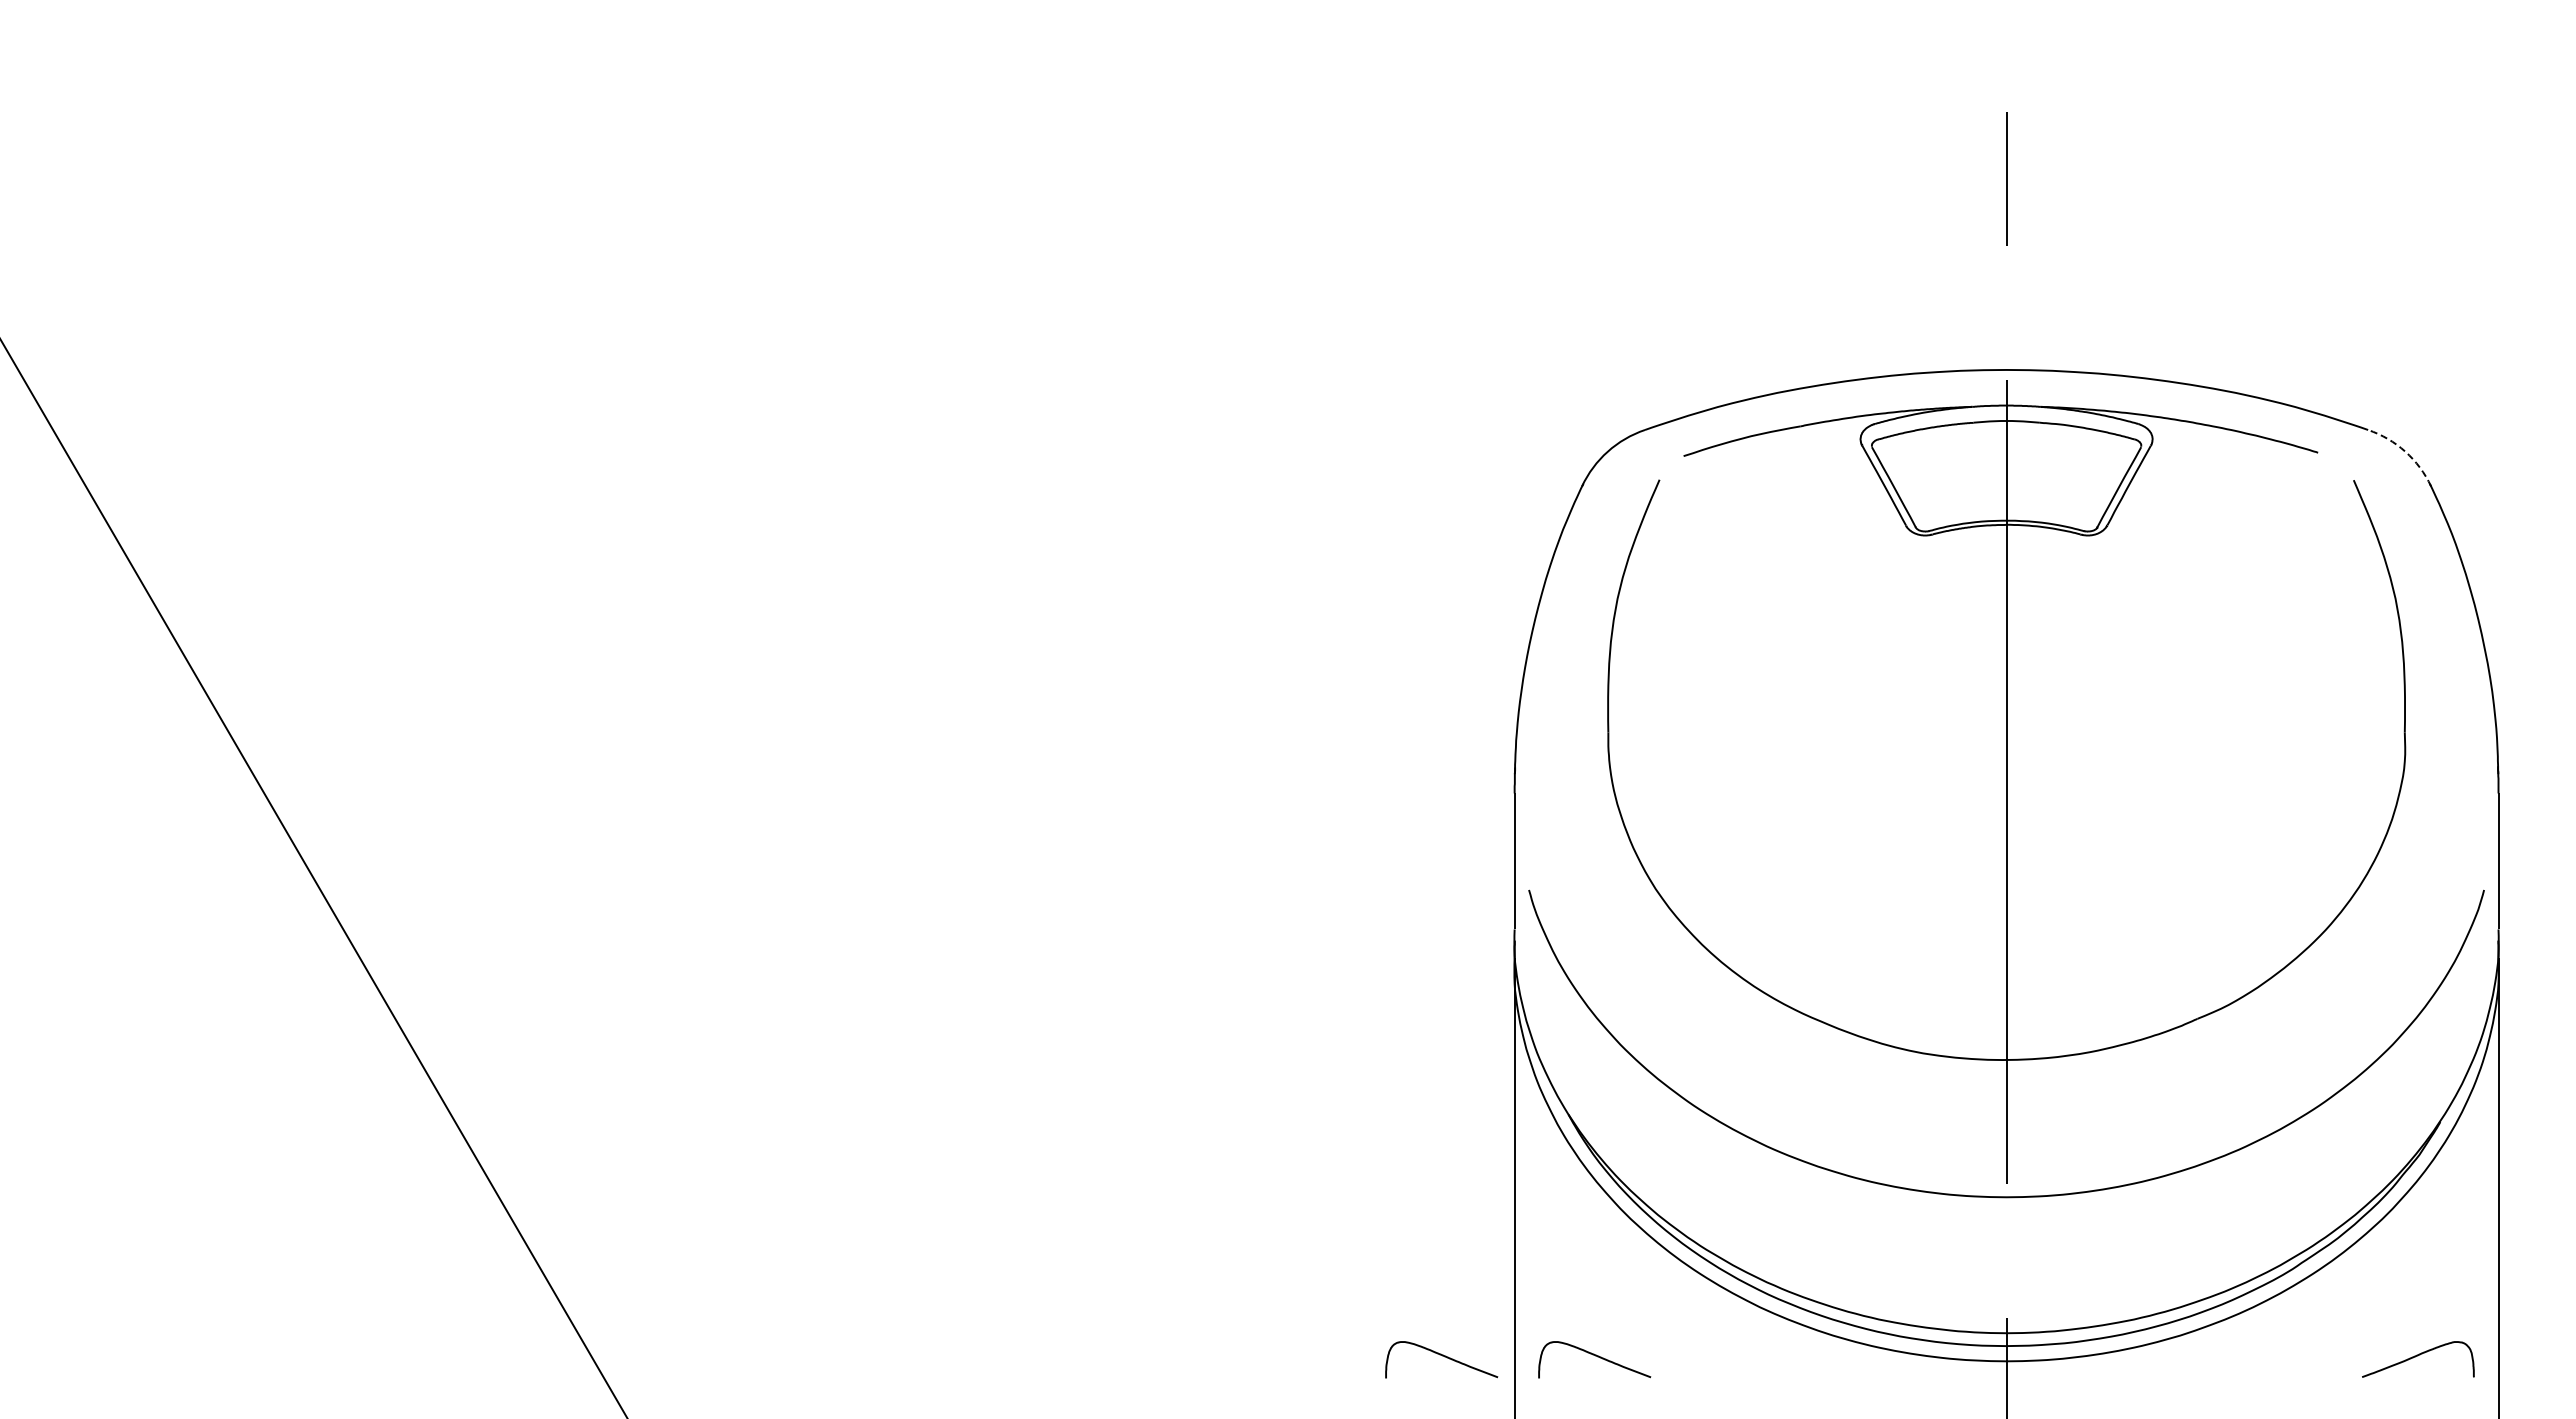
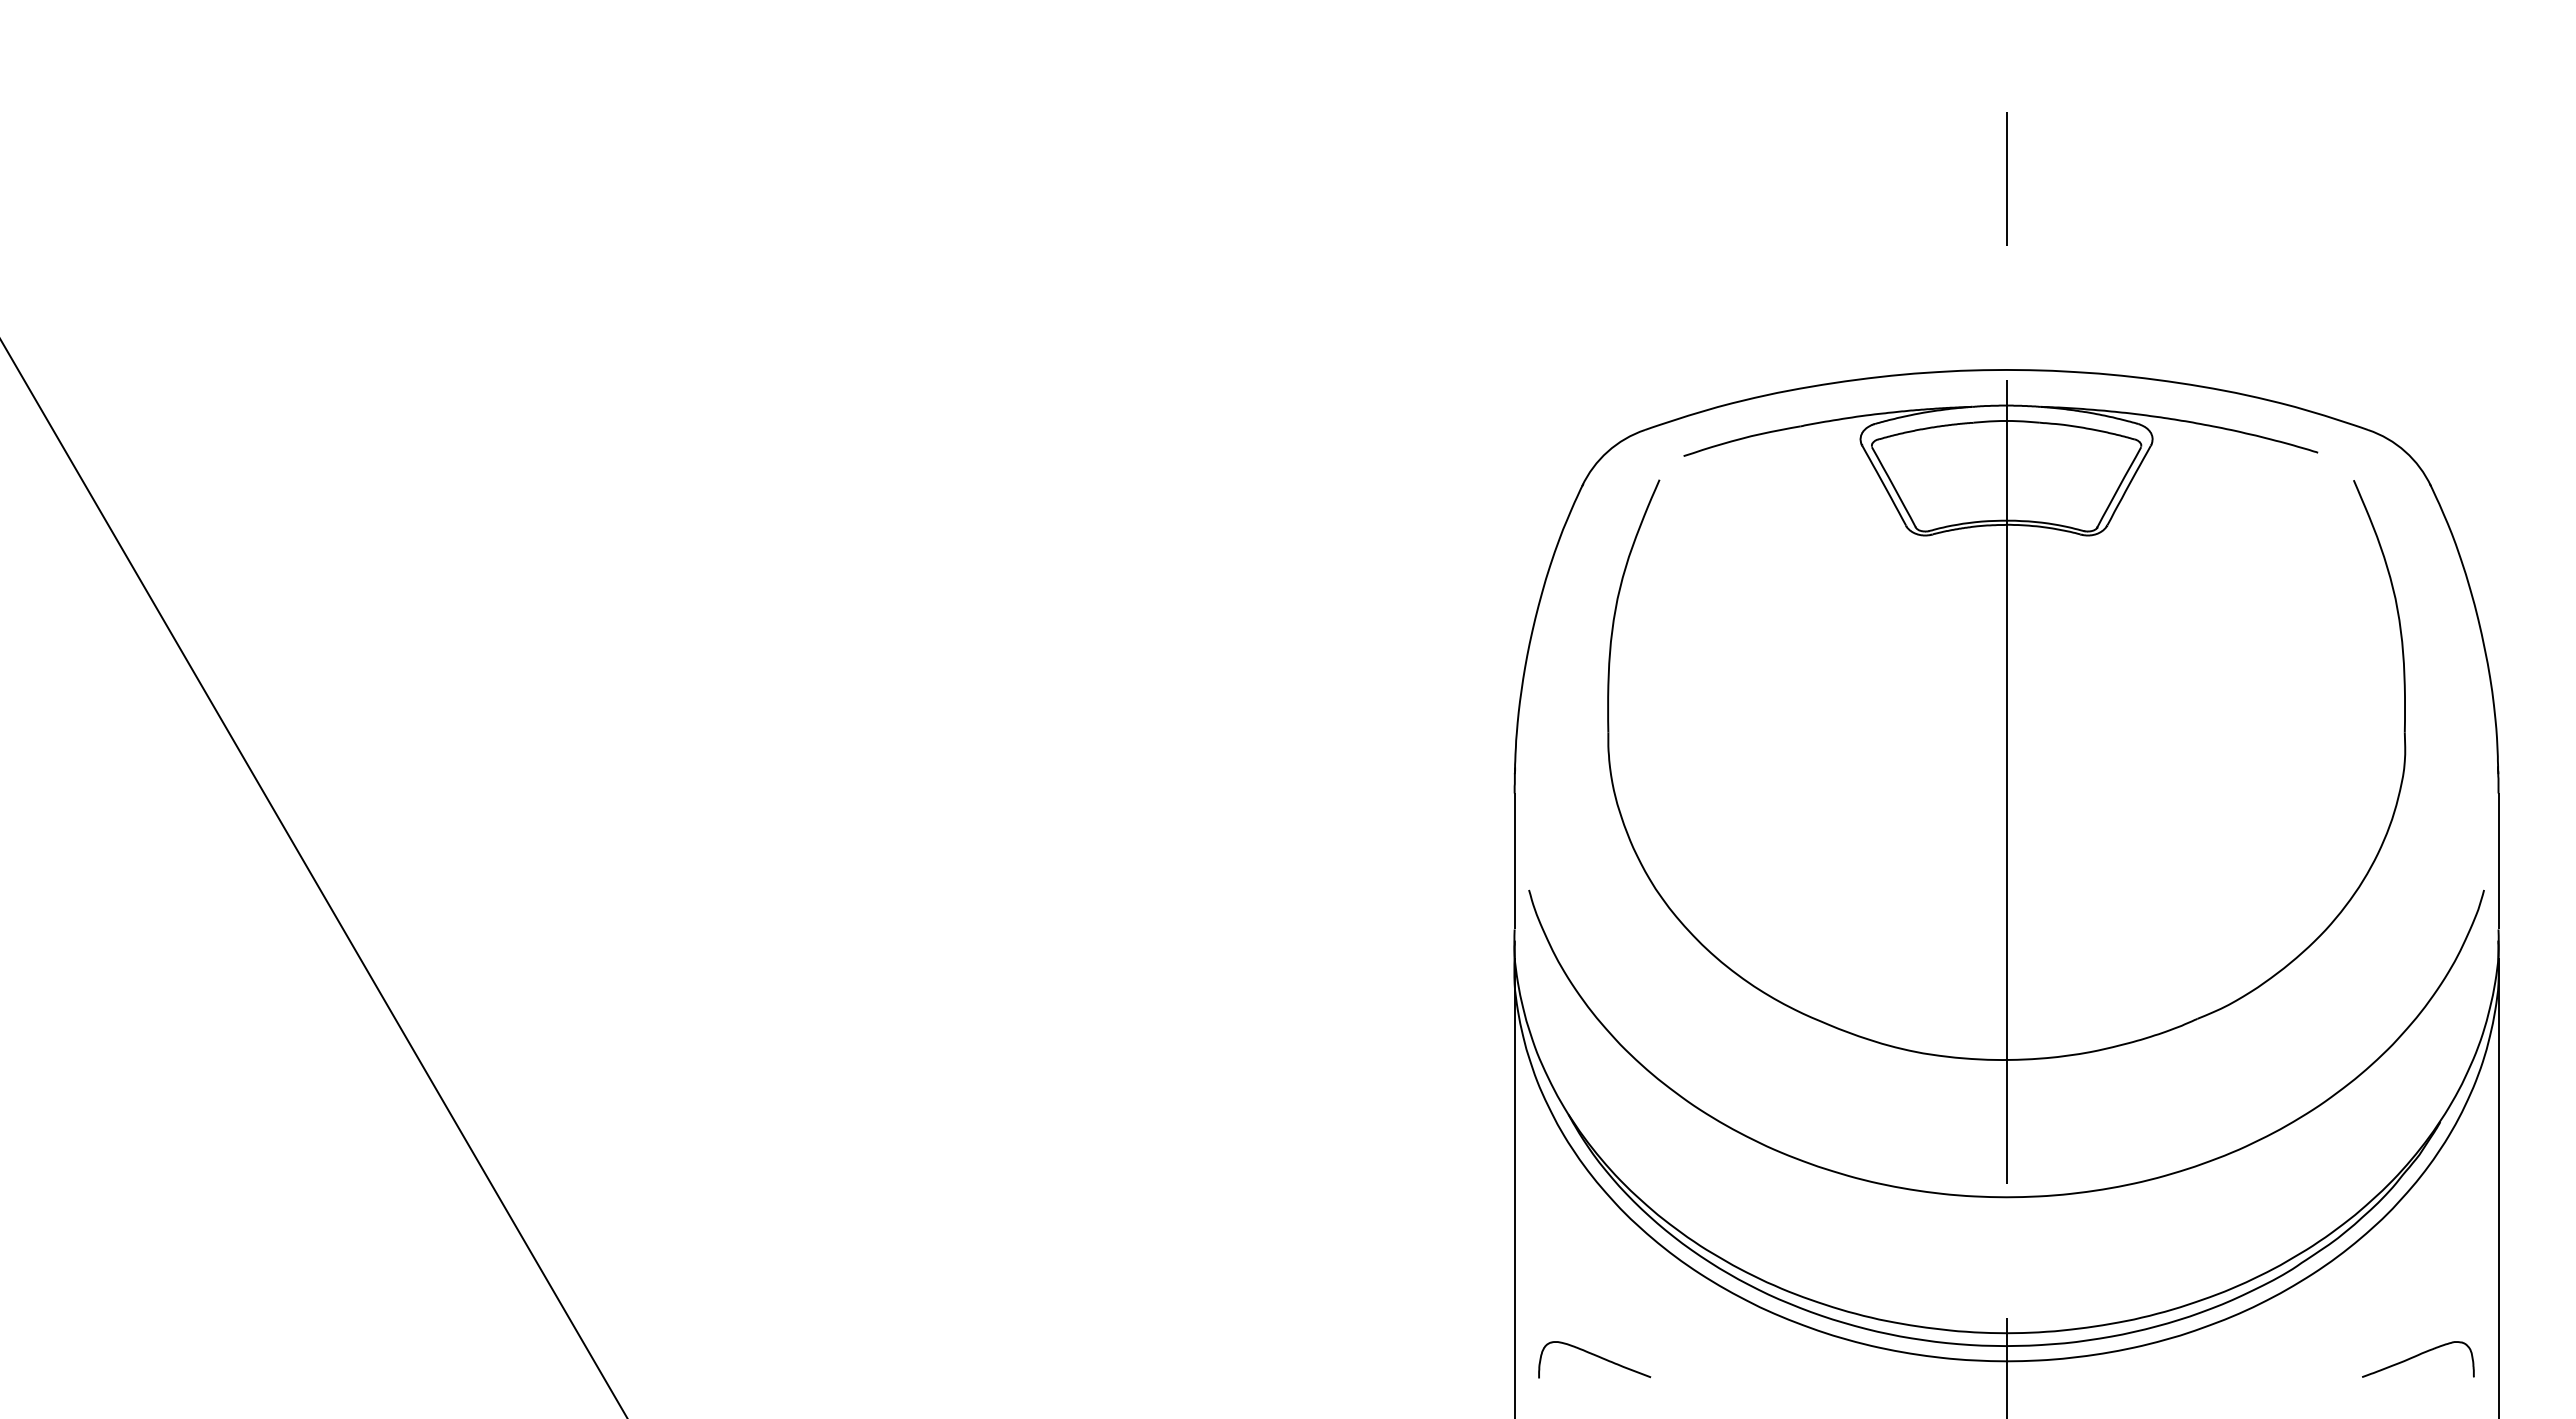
arc at (2405, 451): dashed -> solid
curve at (1442, 1356): present -> none
